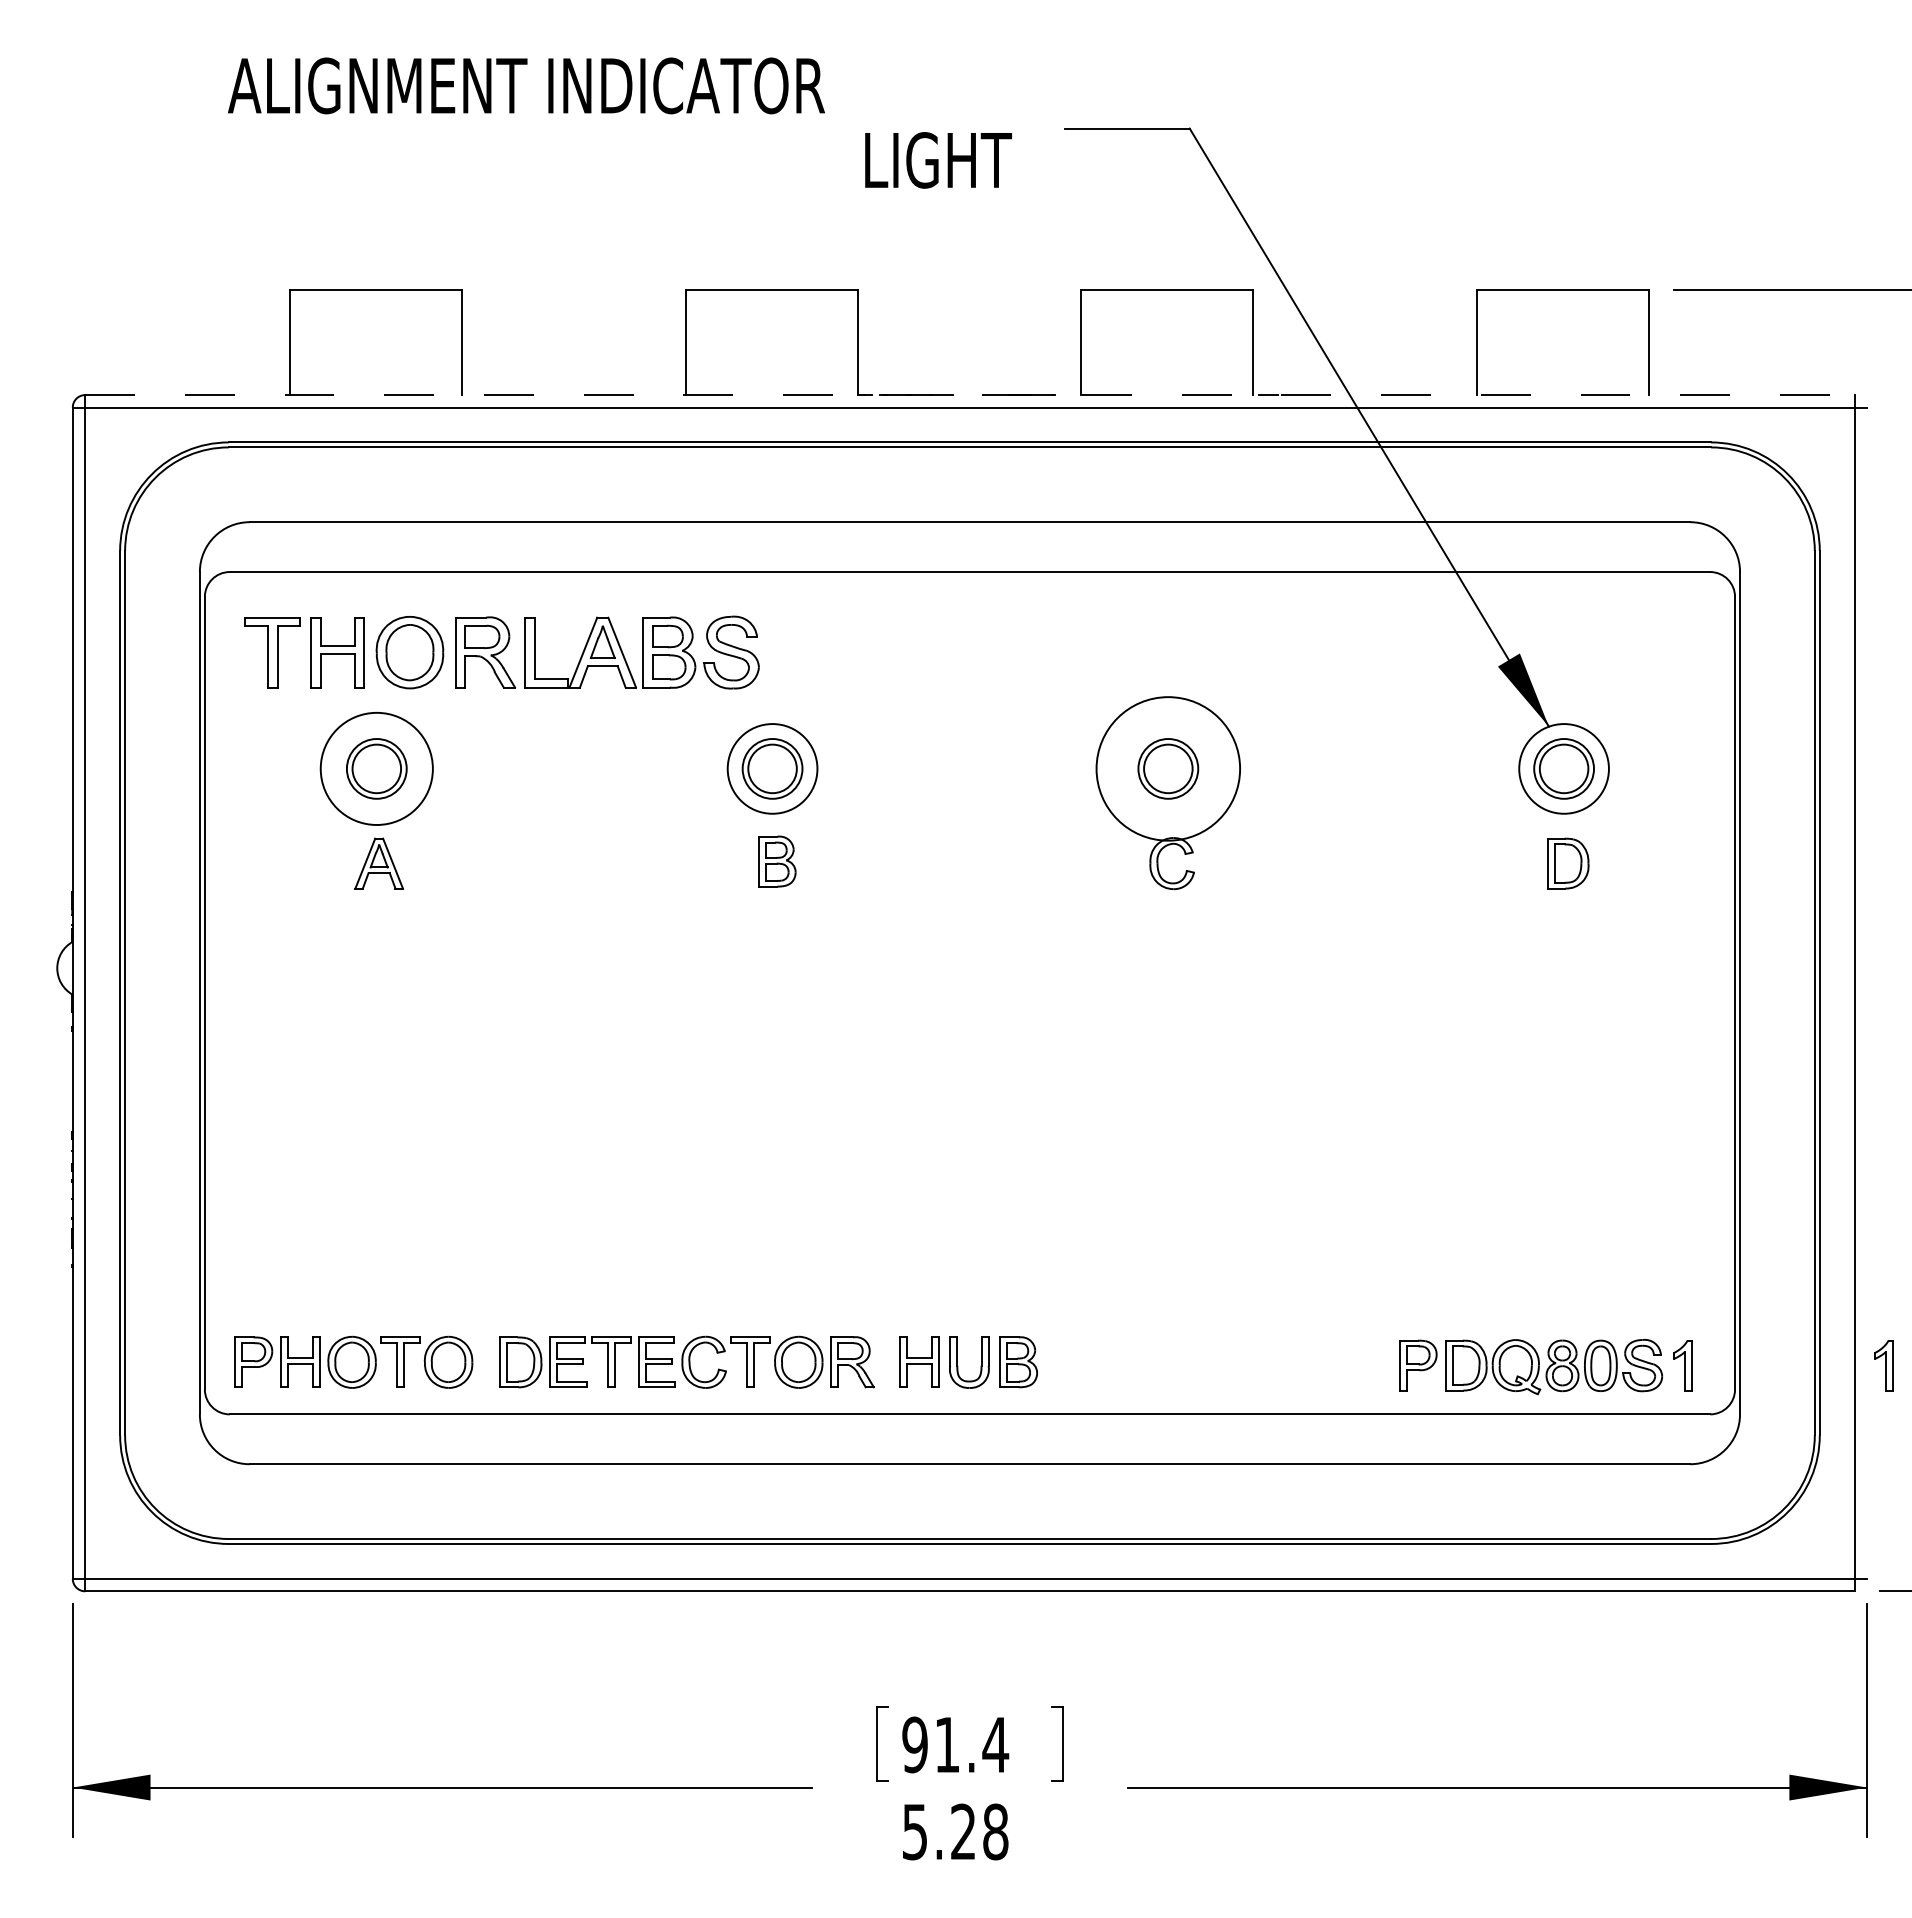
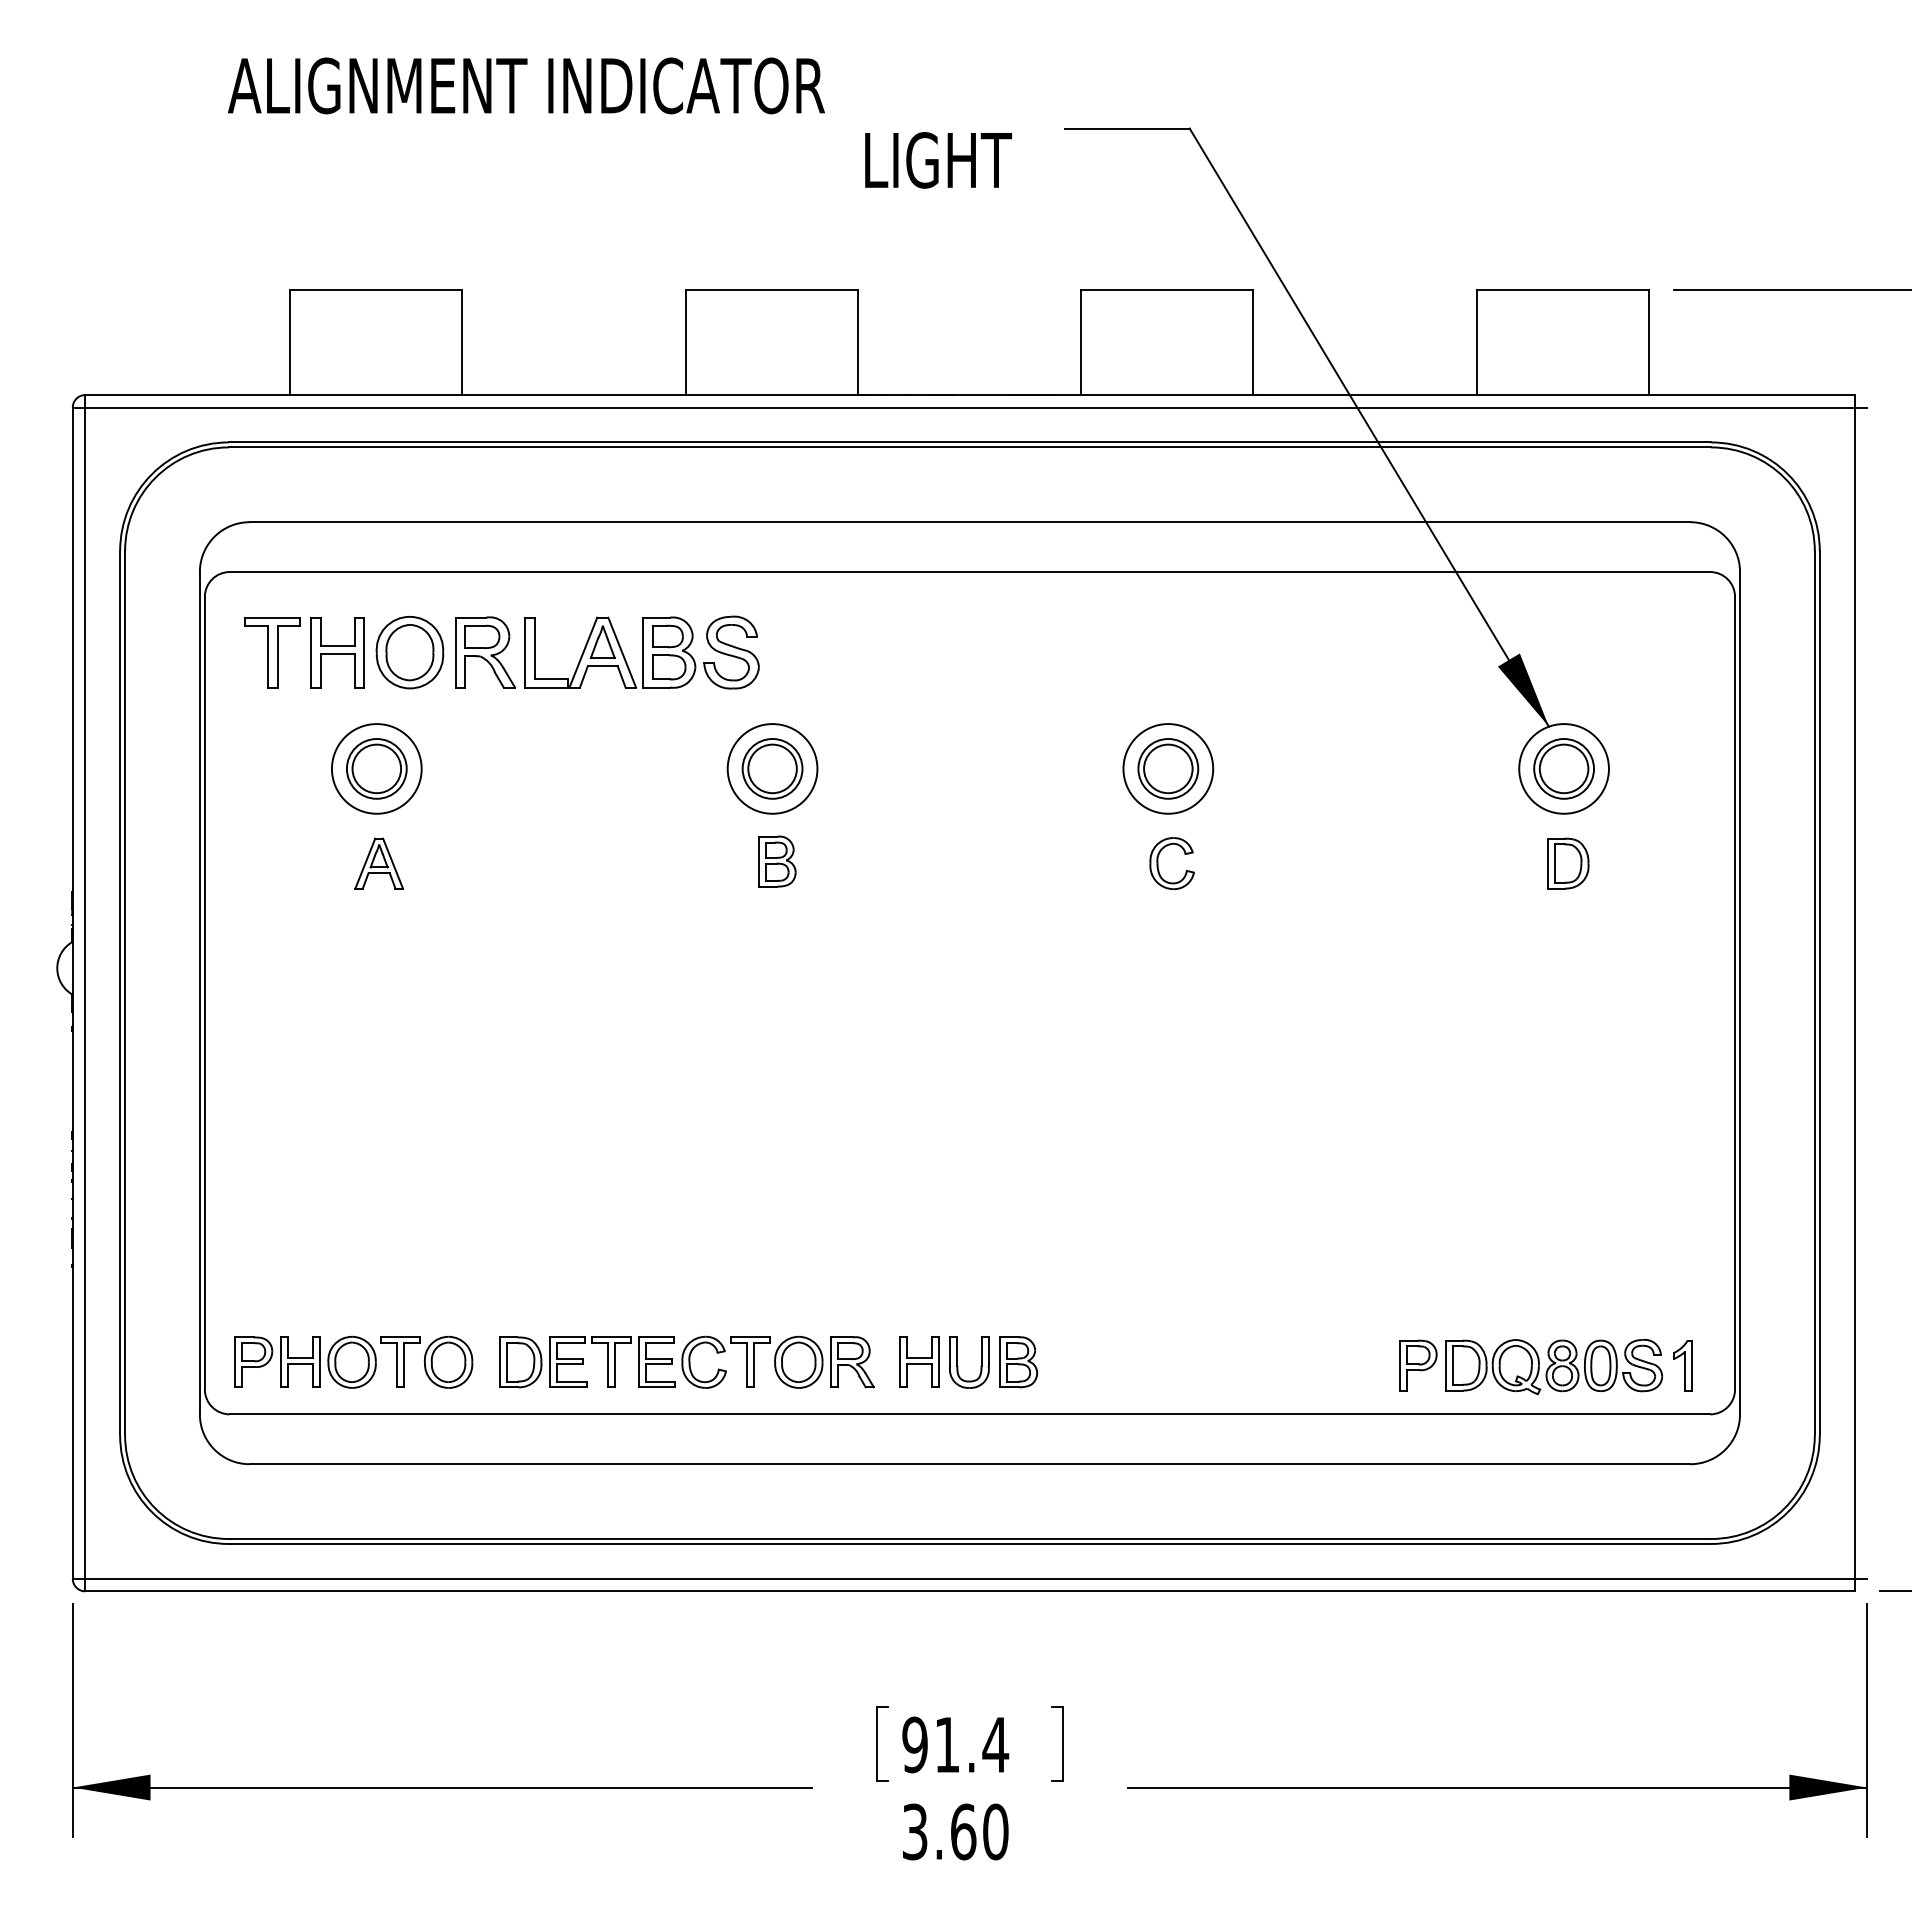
line at (969, 395): dashed -> solid
circle at (376, 768) diameter: 112 px -> 90 px
circle at (1168, 768) diameter: 144 px -> 90 px
part at (1883, 1365): present -> none
text at (955, 1831): 5.28 -> 3.60
